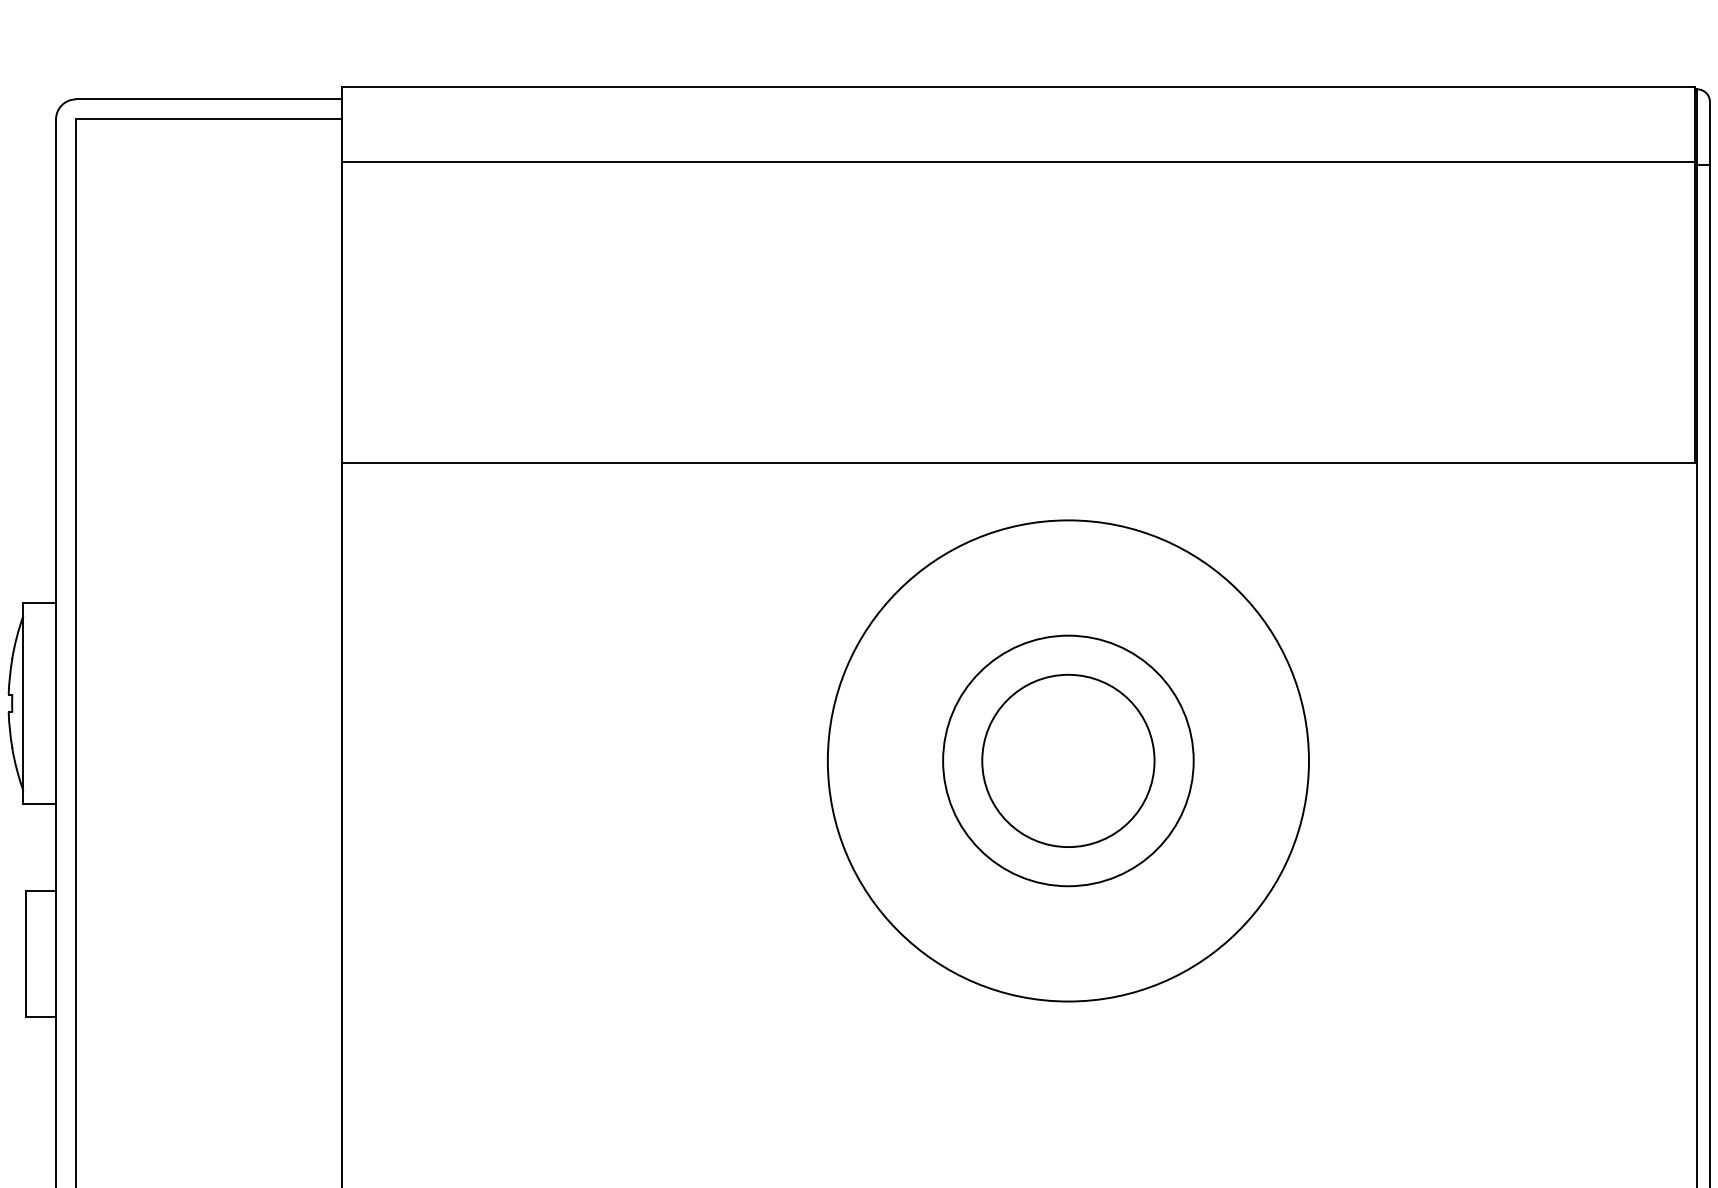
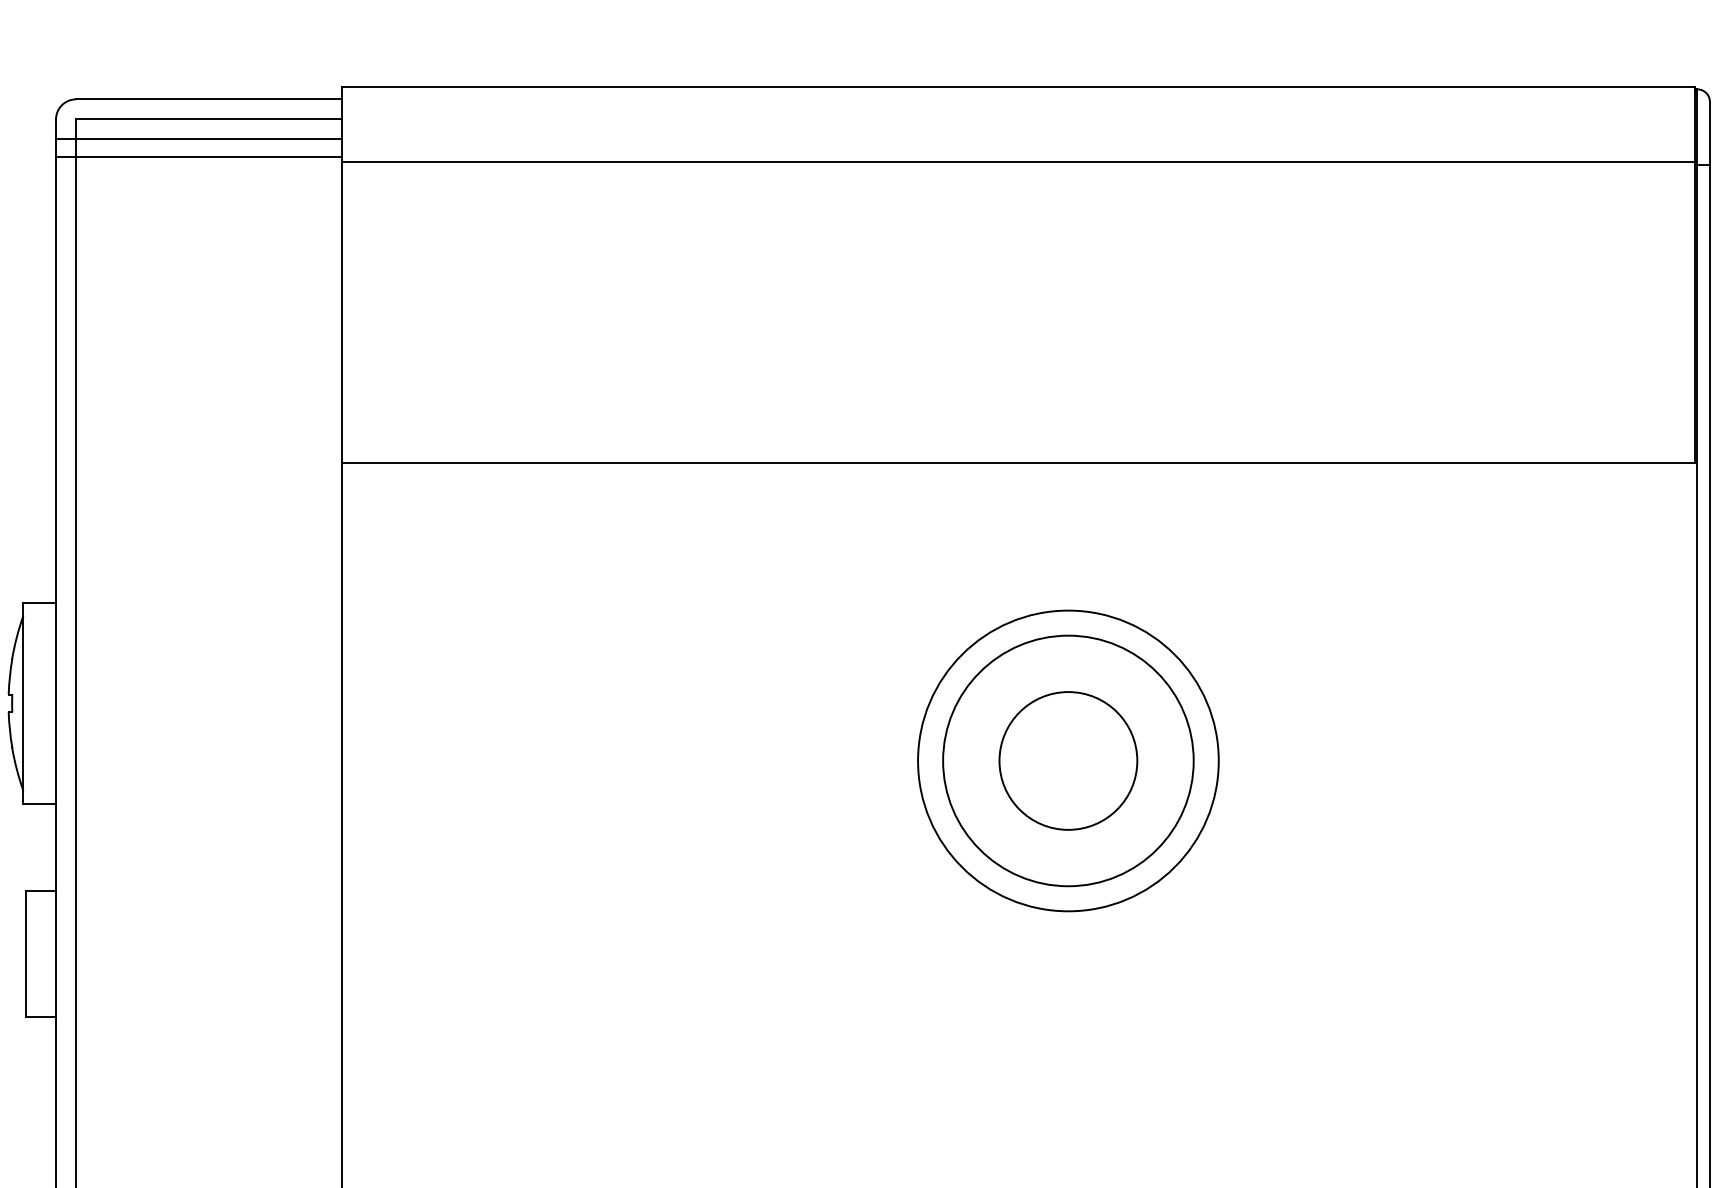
line at (198, 139): none -> present
line at (198, 157): none -> present
circle at (1067, 760) diameter: 481 px -> 301 px
circle at (1068, 760) diameter: 172 px -> 138 px
